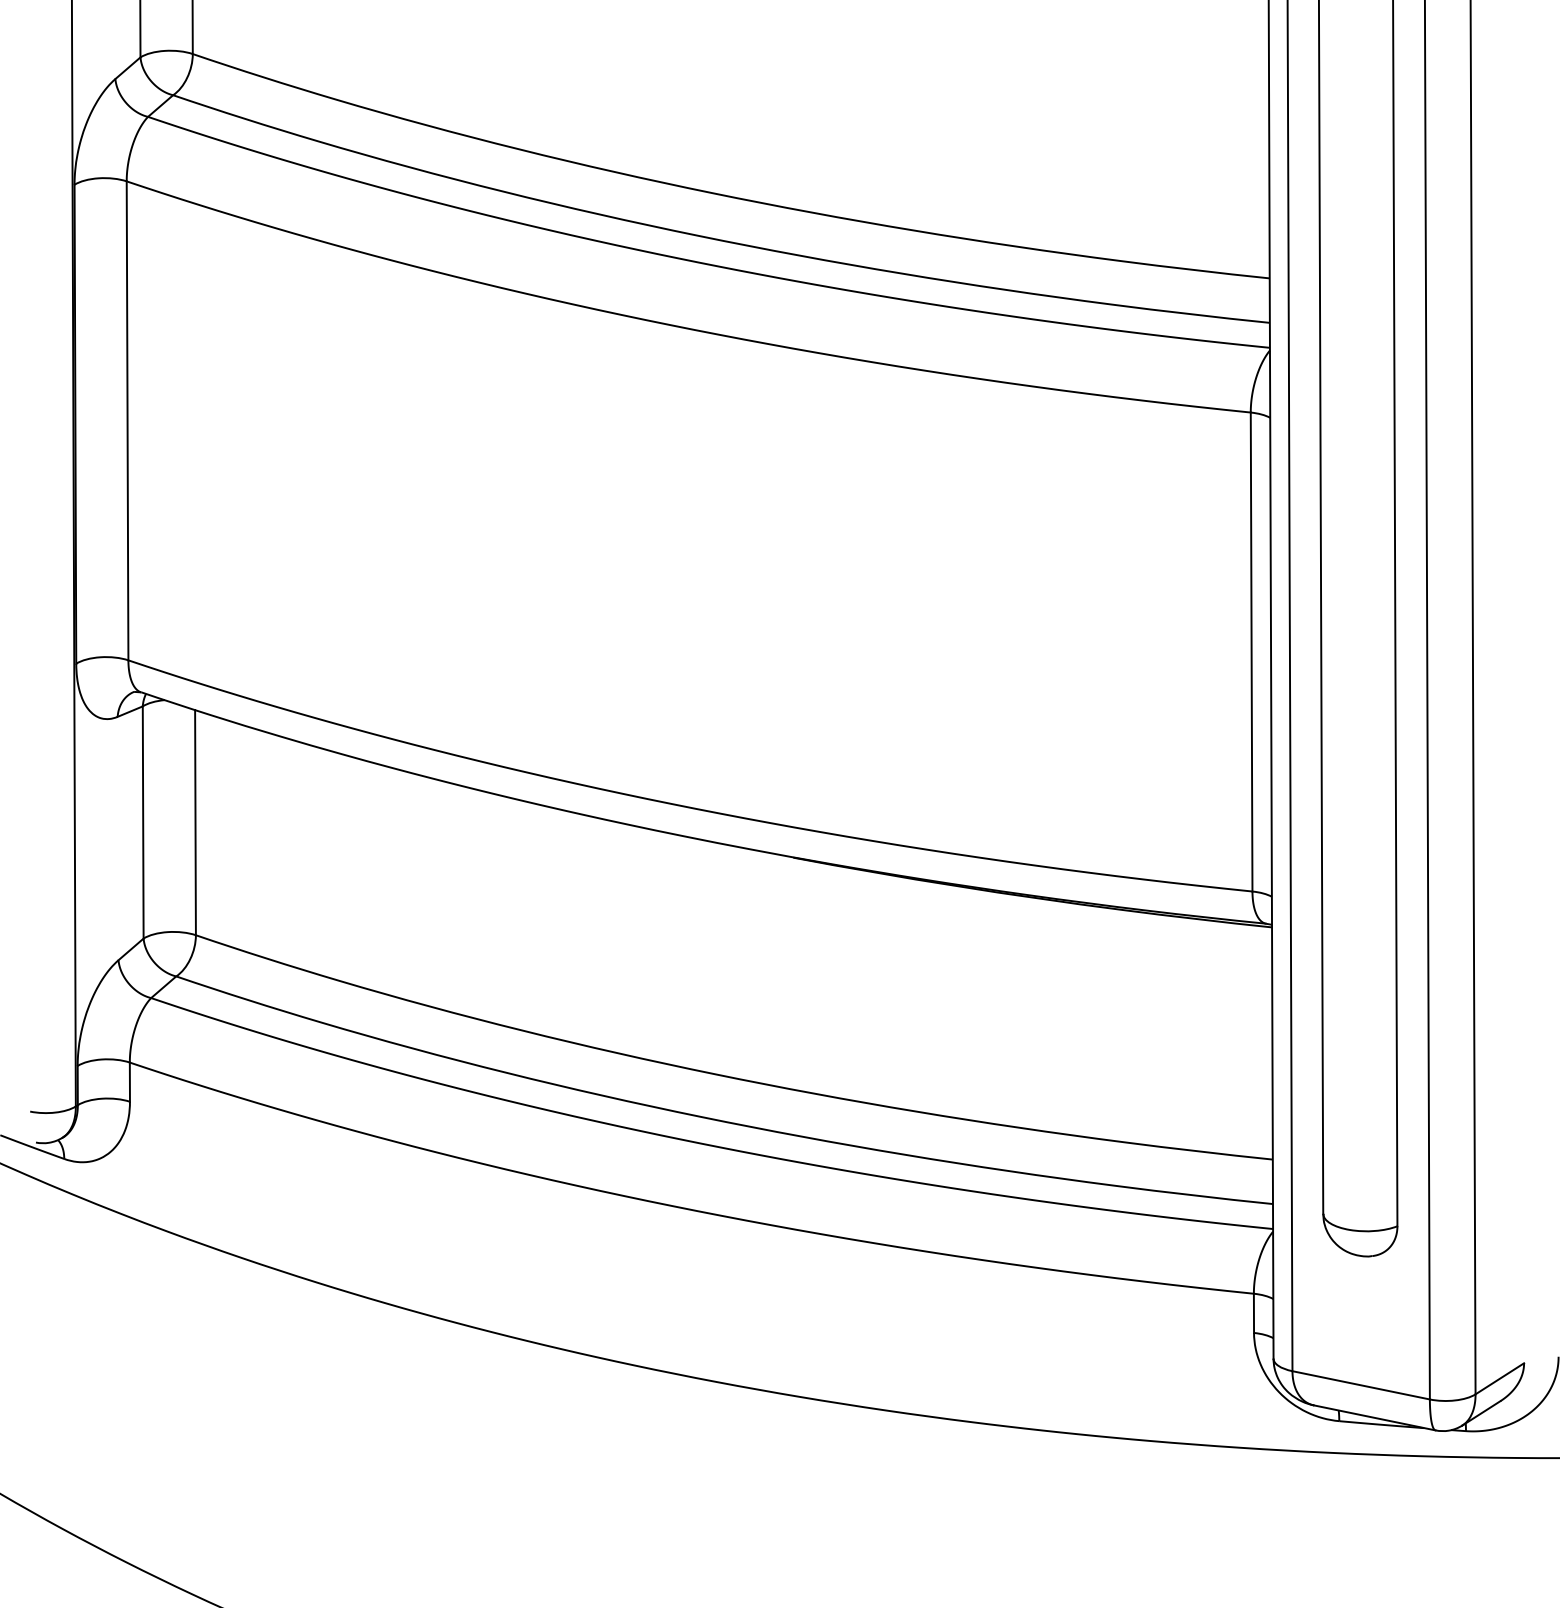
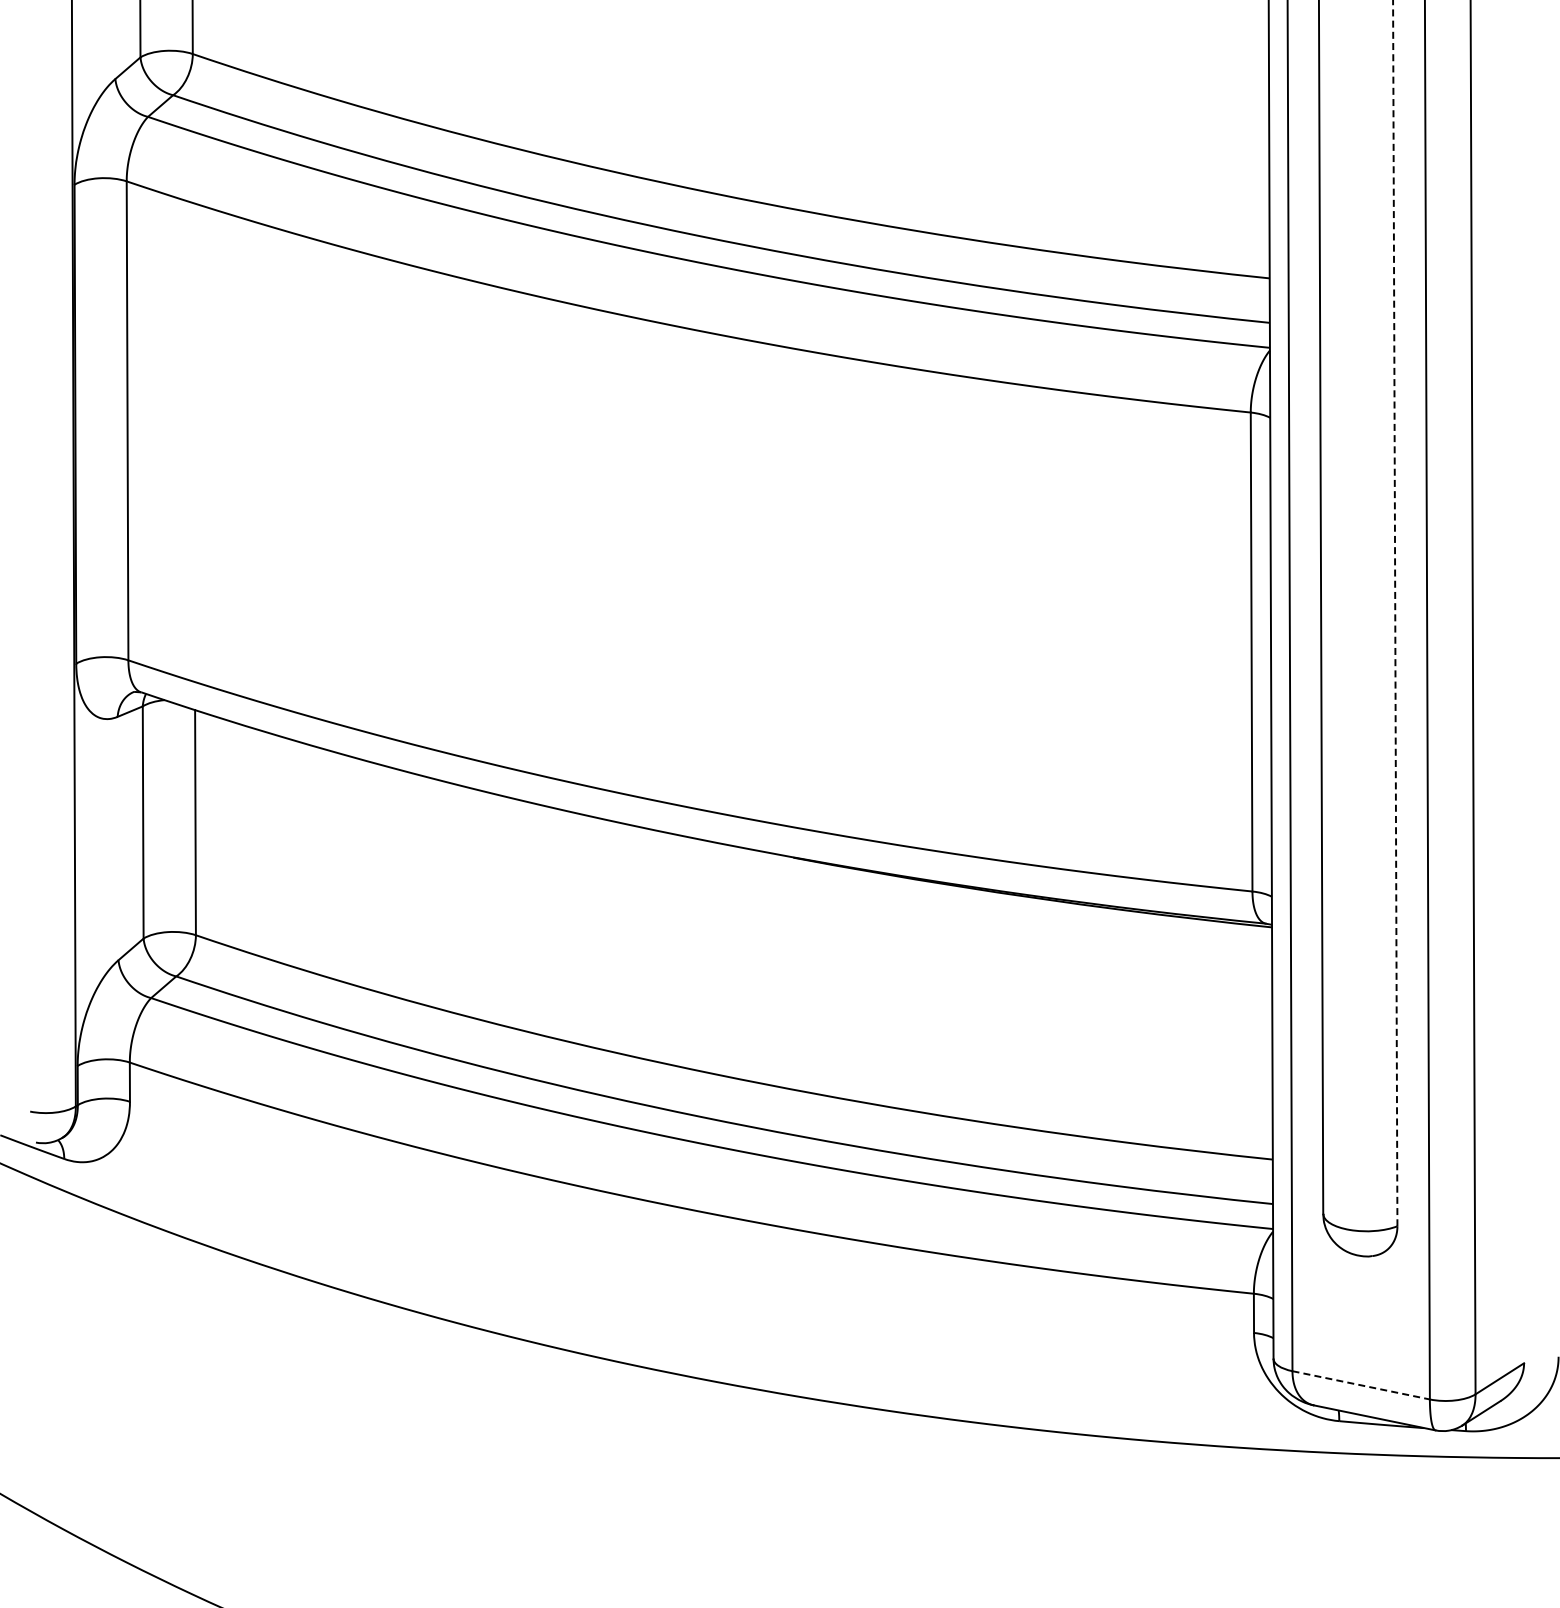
line at (1395, 613): solid -> dashed
line at (1361, 1385): solid -> dashed
